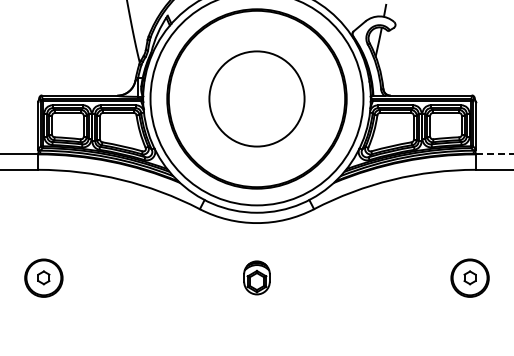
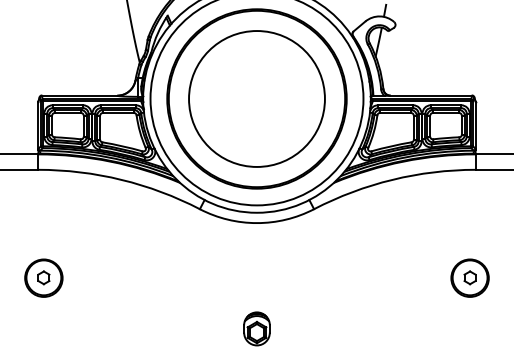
circle at (256, 98) diameter: 95 px -> 136 px
line at (494, 154): dashed -> solid
part at (256, 277) position: (256, 277) -> (256, 328)
